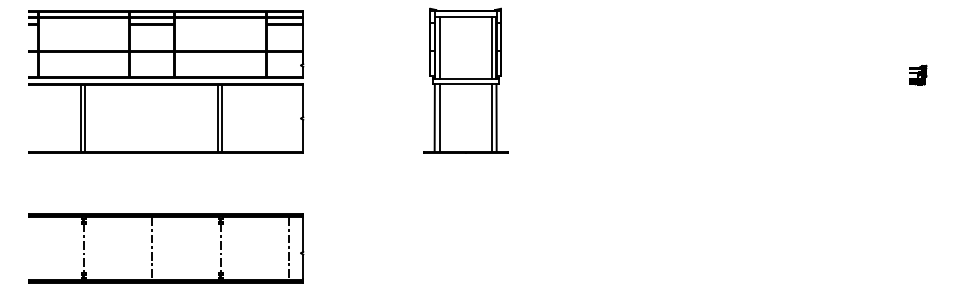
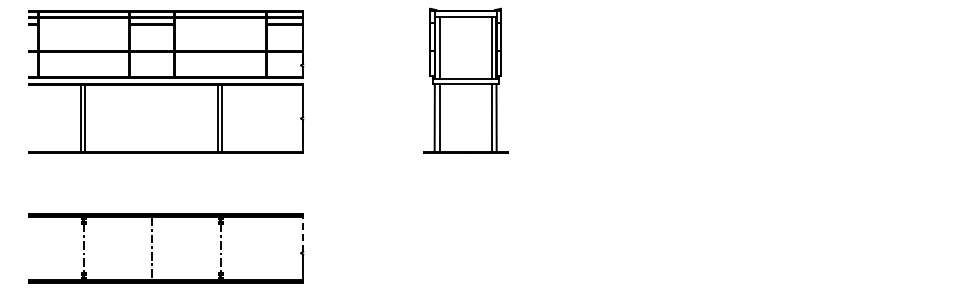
part at (918, 74): present -> none
line at (303, 234): solid -> dashed
line at (289, 248): present -> none
